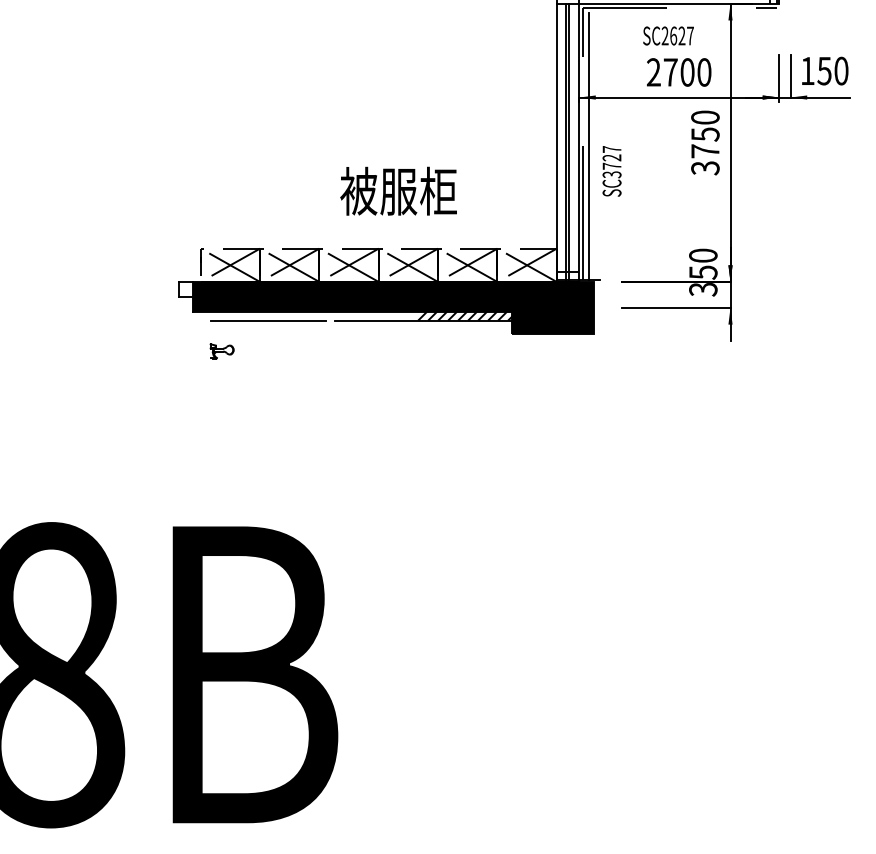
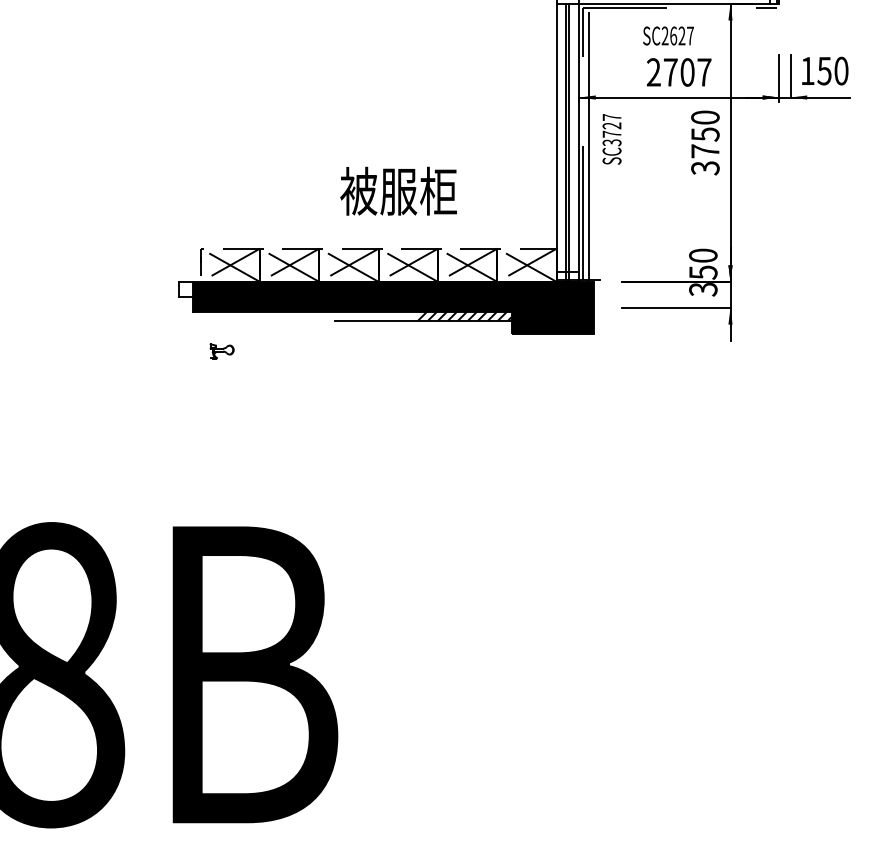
text at (704, 72): 2700 -> 2707
text at (611, 171) position: (611, 171) -> (611, 139)
line at (268, 320): present -> none
